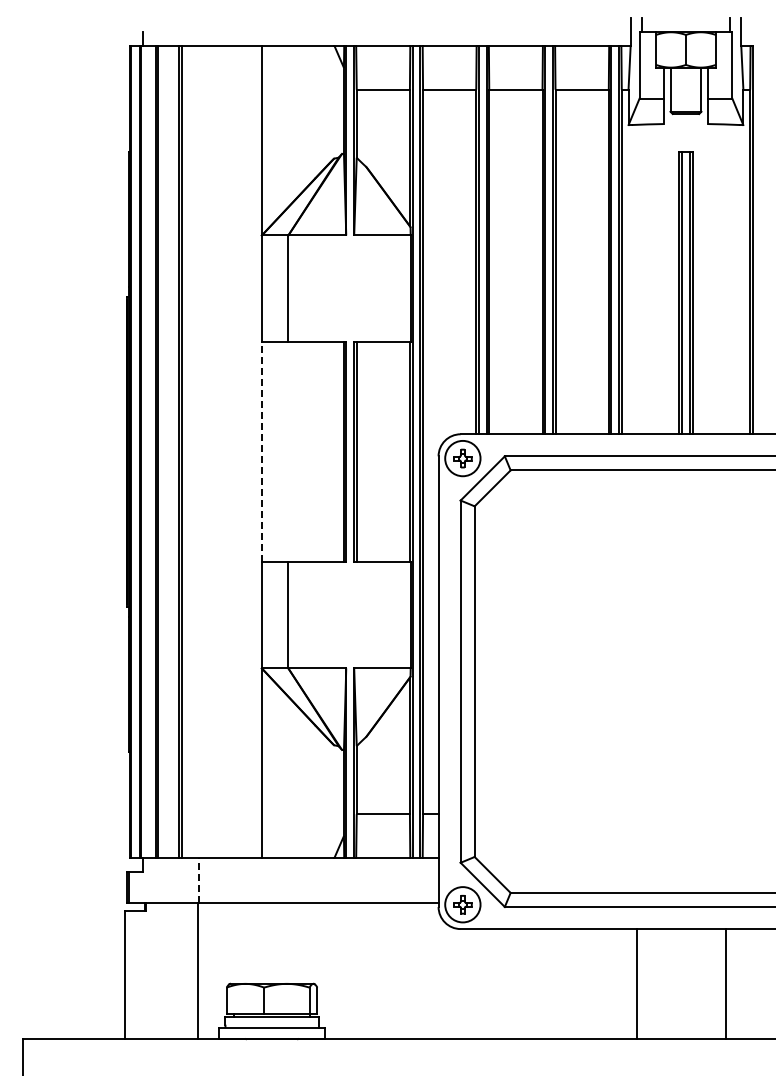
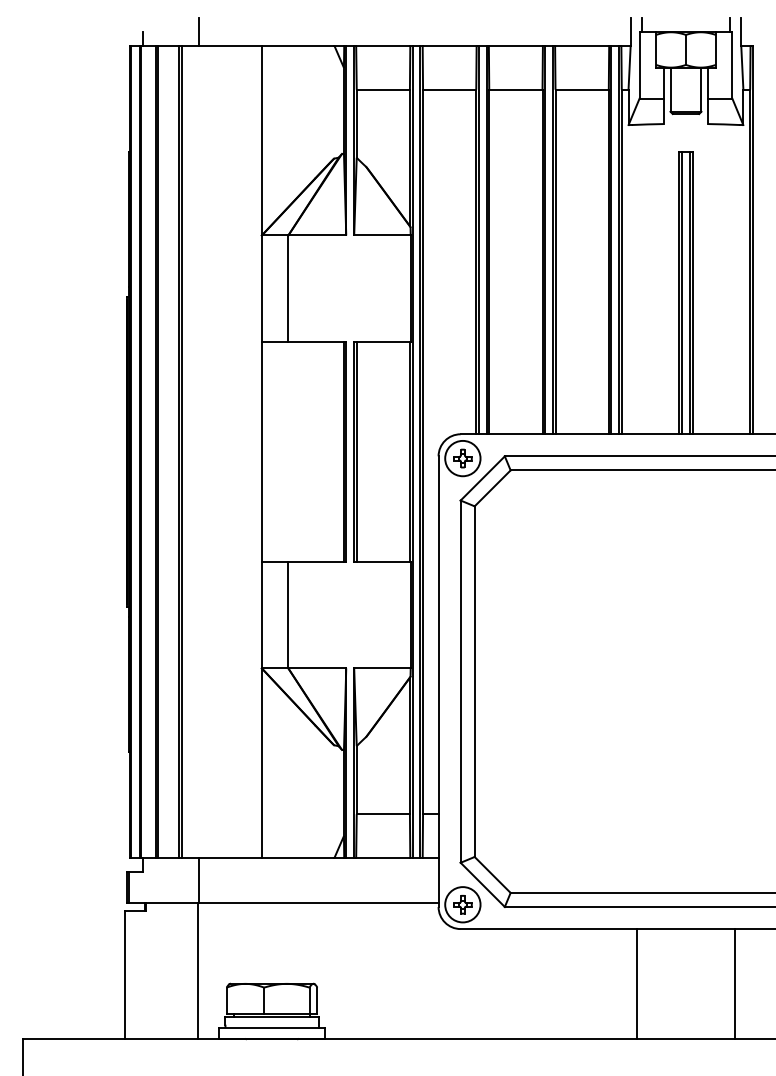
line at (198, 31): none -> present
line at (261, 451): dashed -> solid
line at (198, 879): dashed -> solid
line at (725, 984) position: (725, 984) -> (734, 984)
